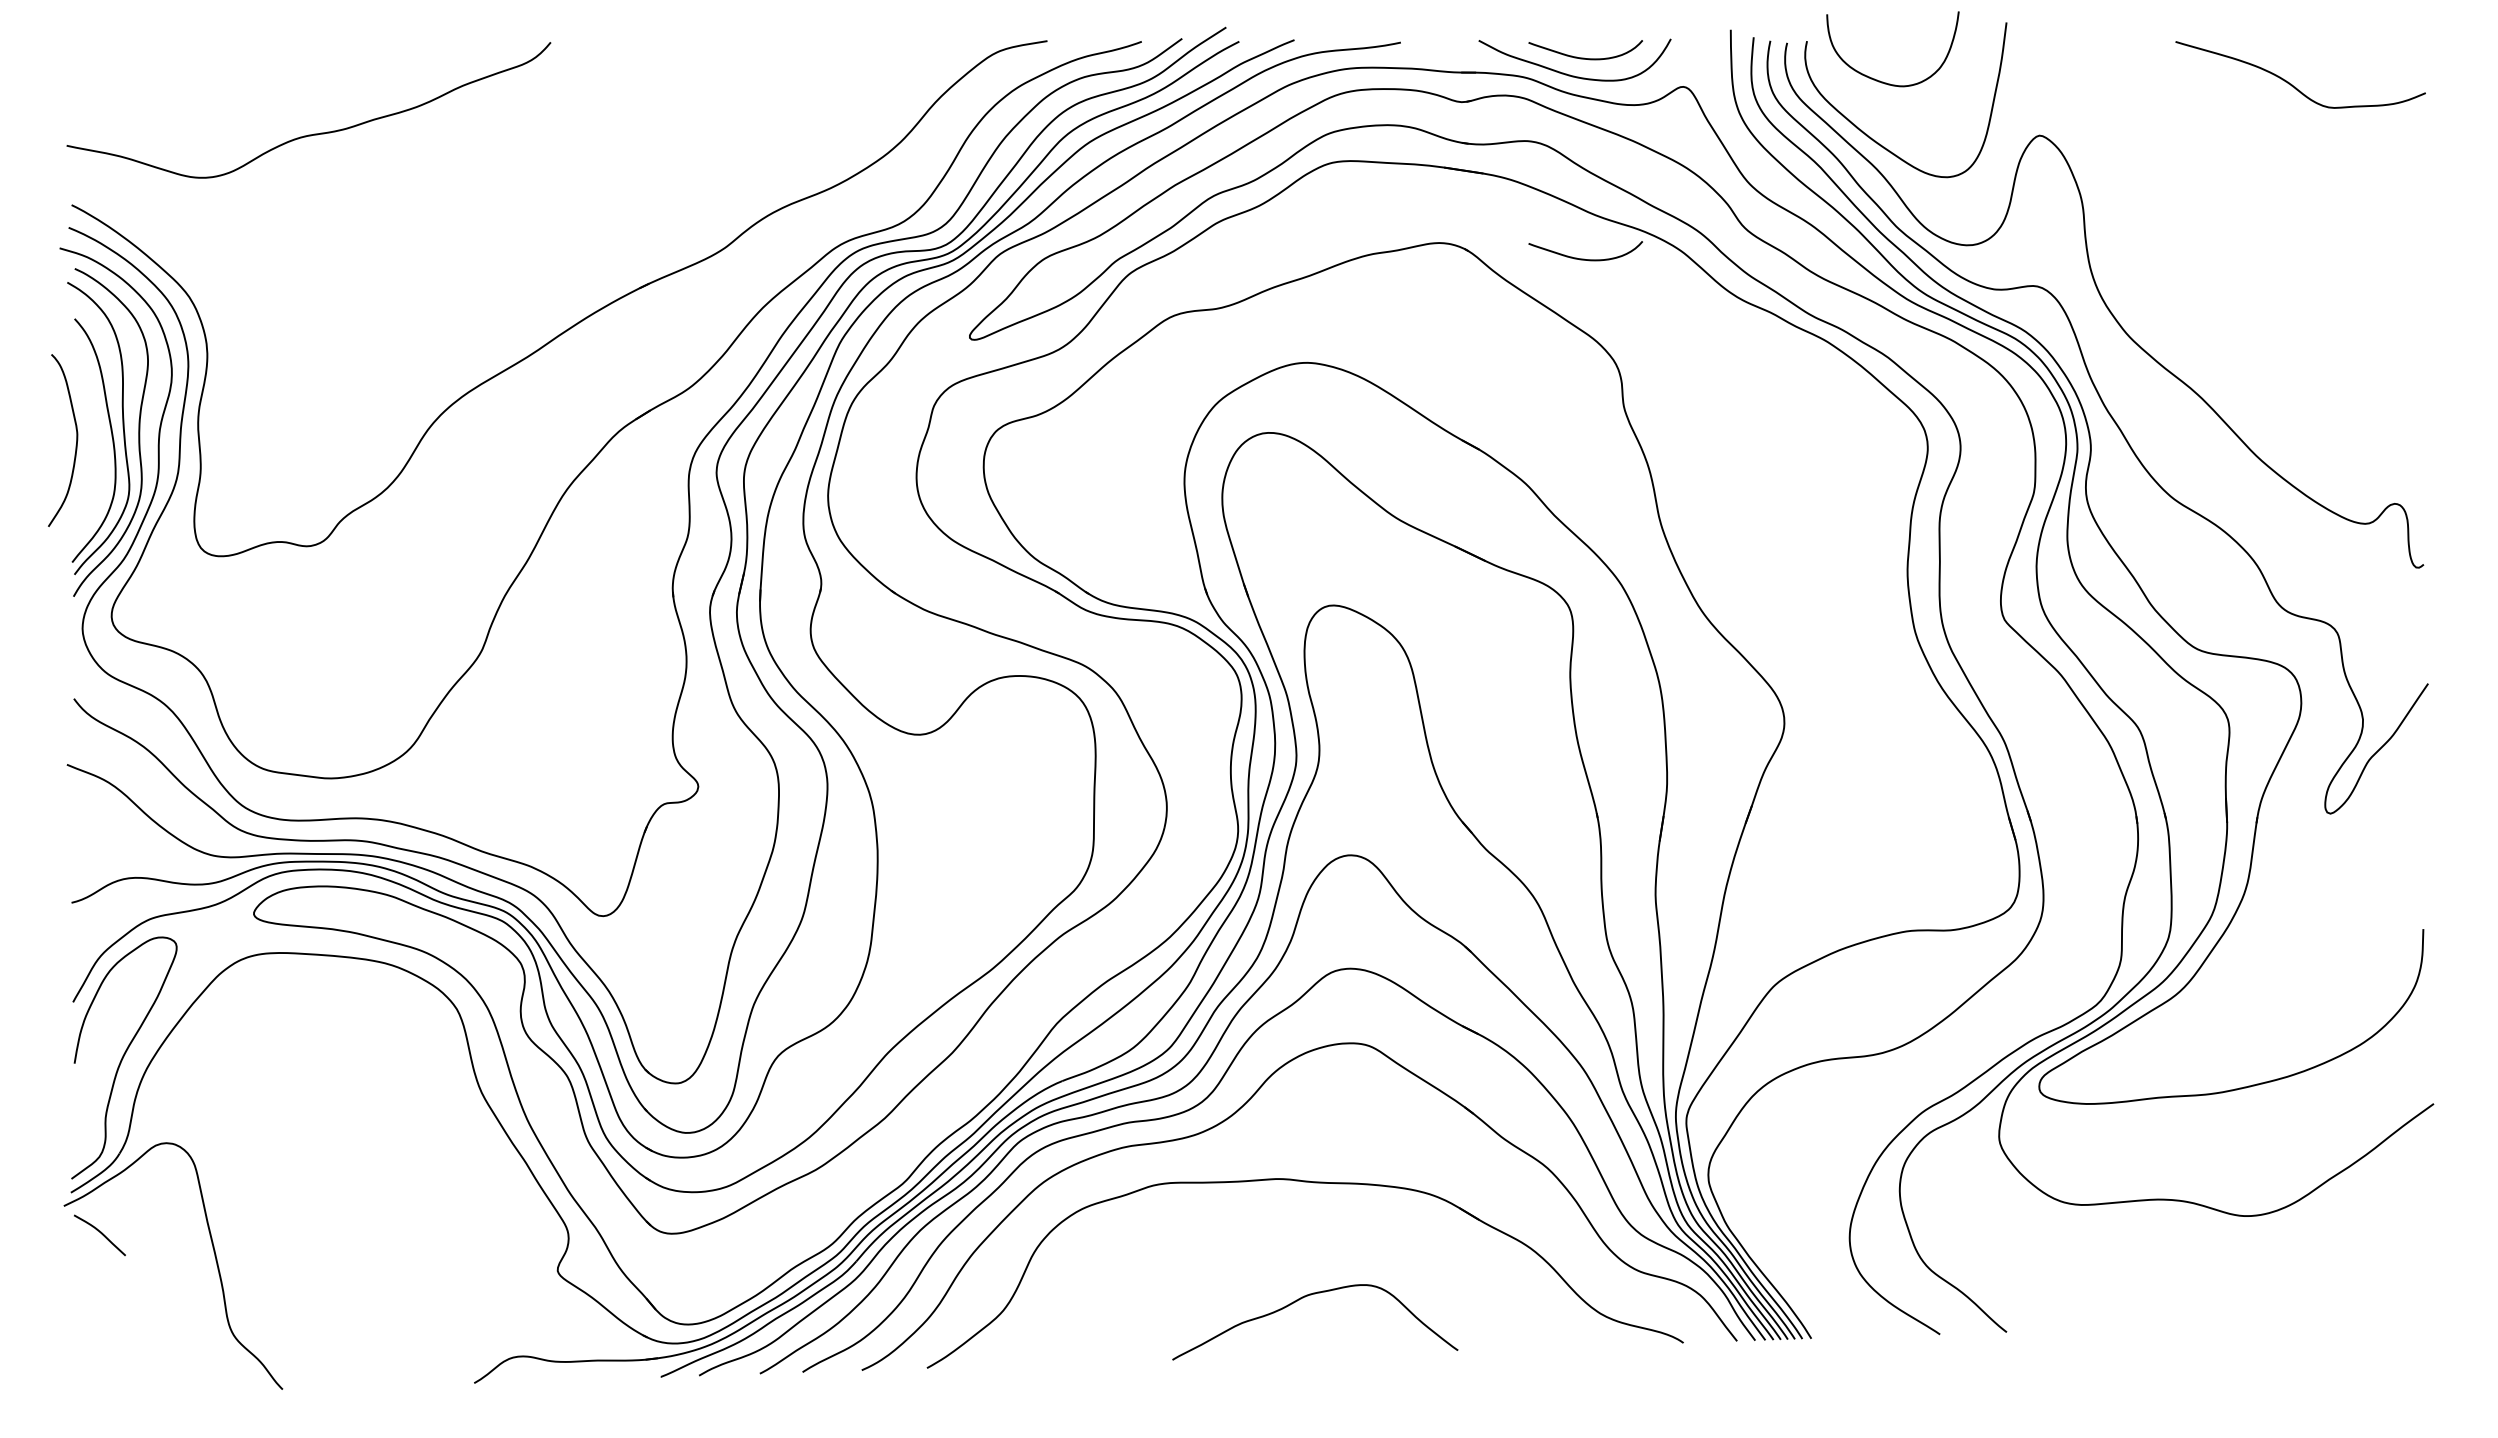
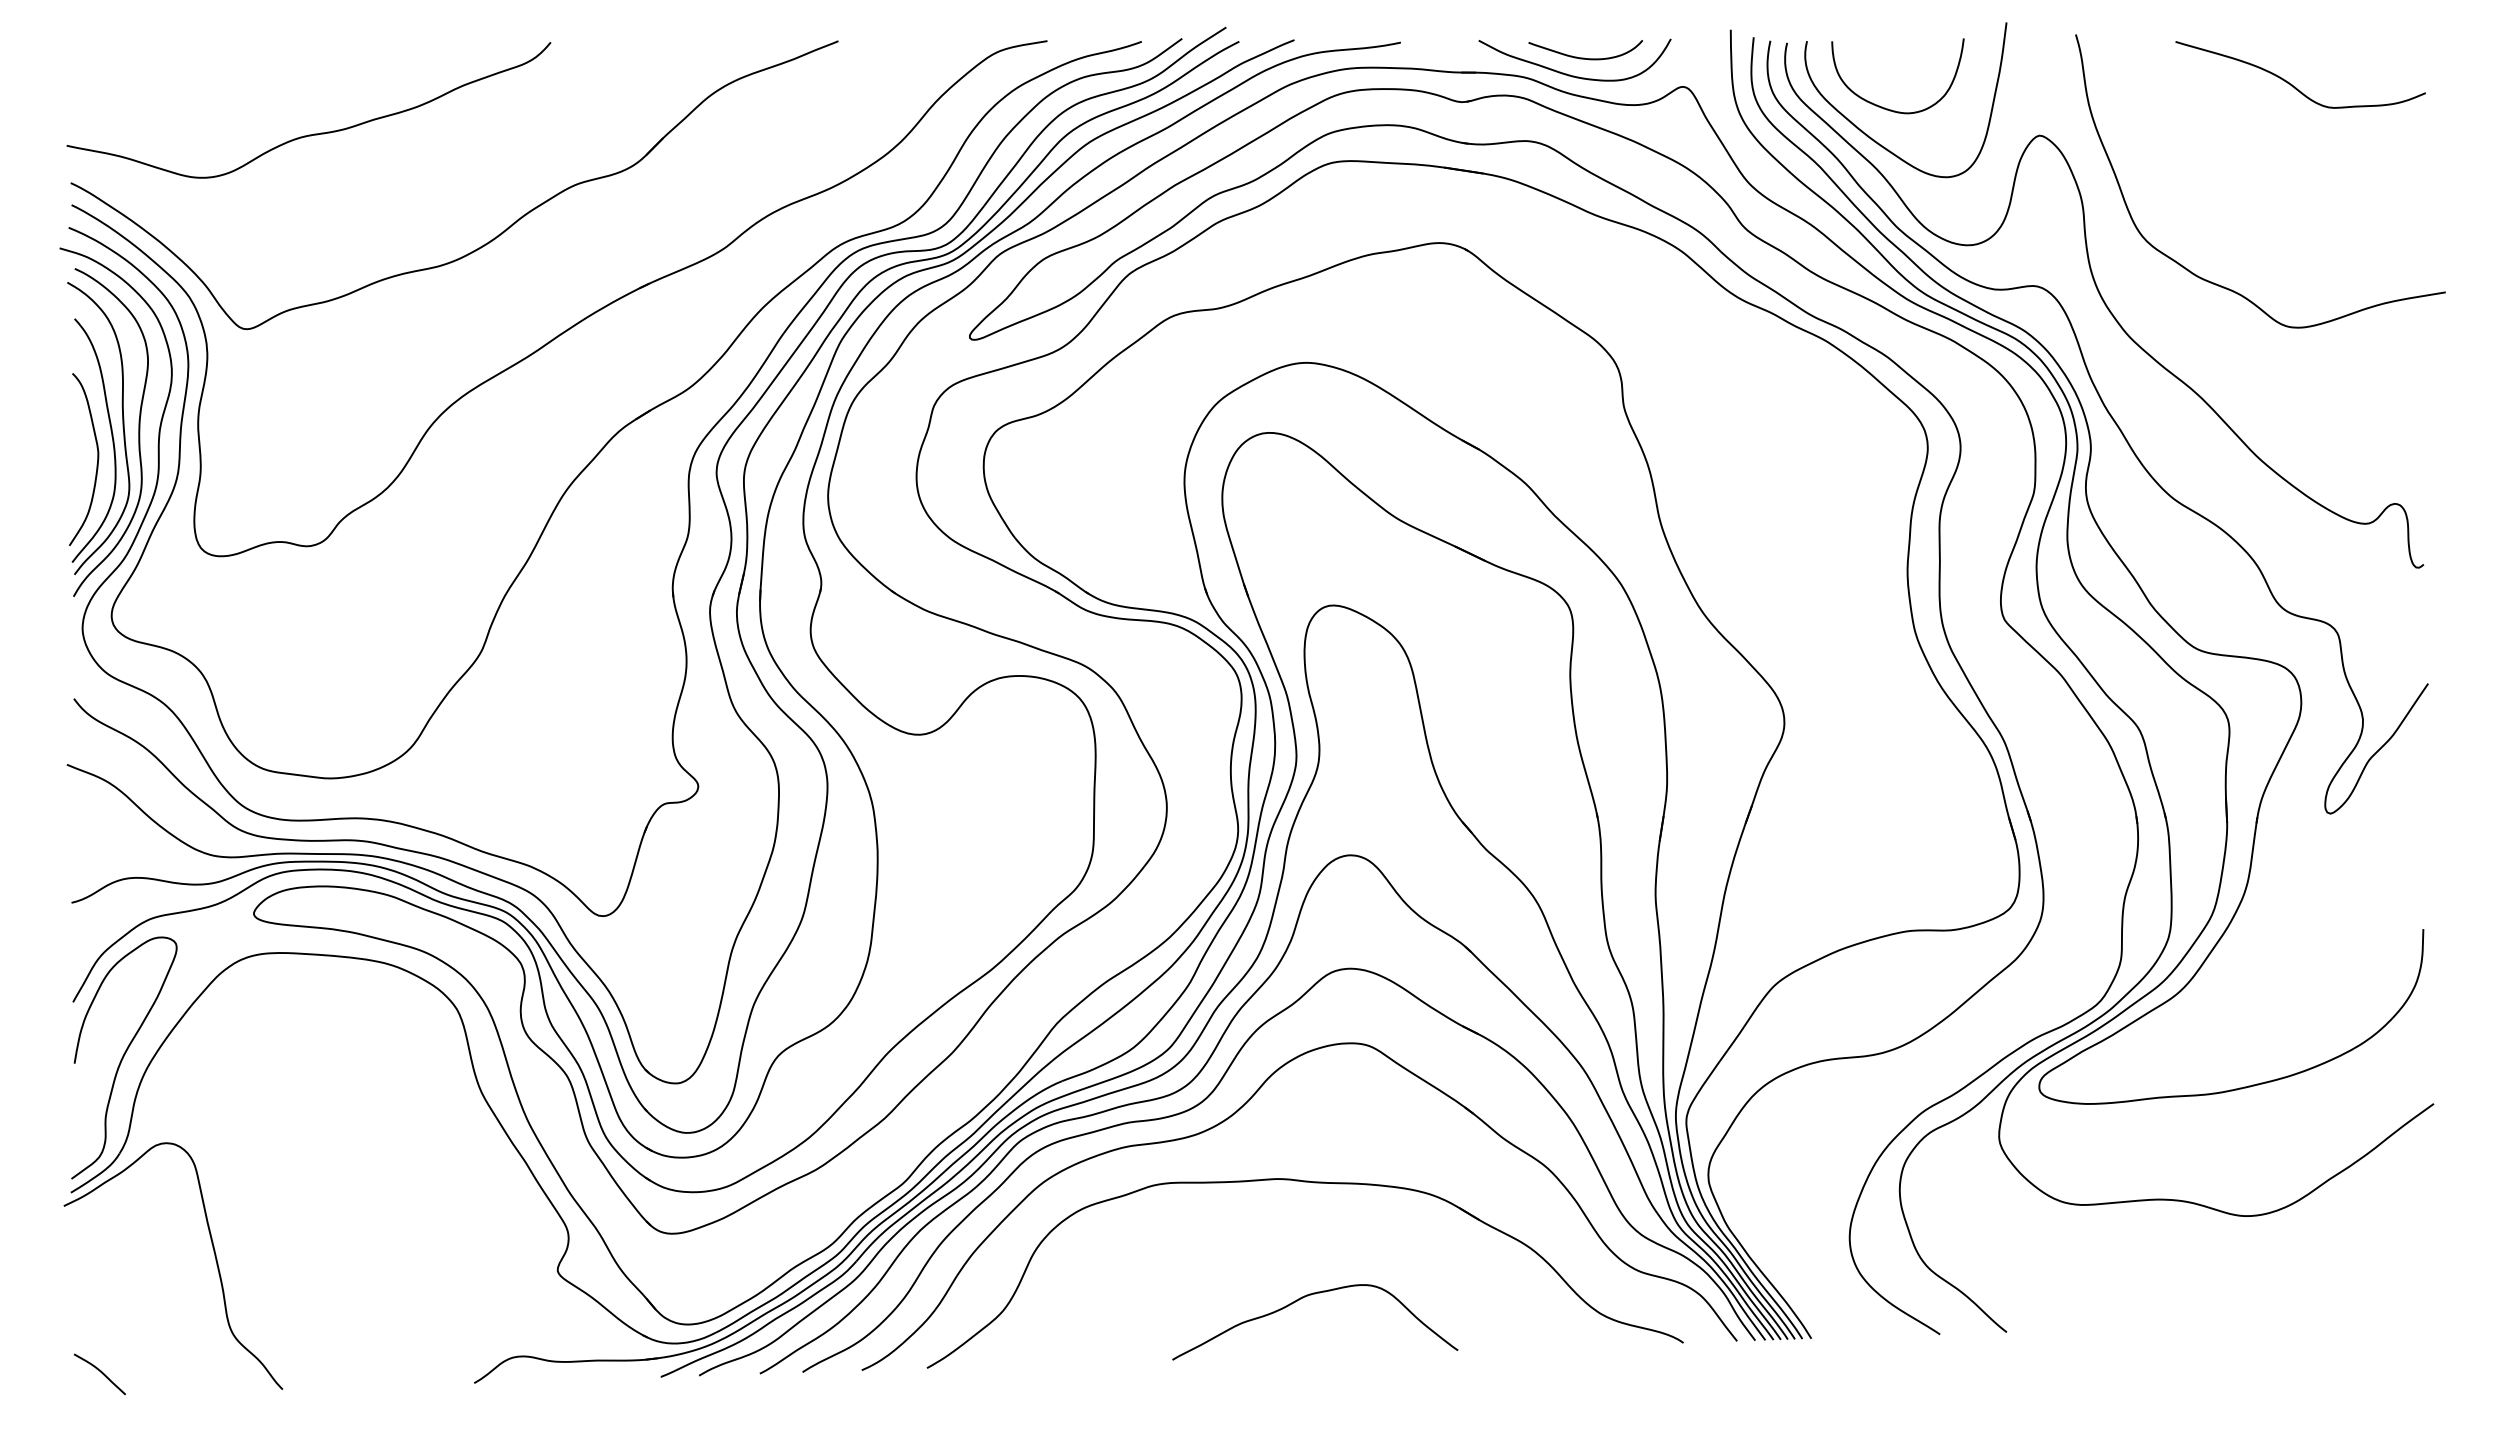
curve at (1880, 80) position: (1880, 80) -> (1885, 107)
part at (491, 239): none -> present
curve at (1584, 258): present -> none
curve at (2219, 284): none -> present
curve at (76, 440) position: (76, 440) -> (97, 459)
curve at (100, 1233) position: (100, 1233) -> (100, 1372)
